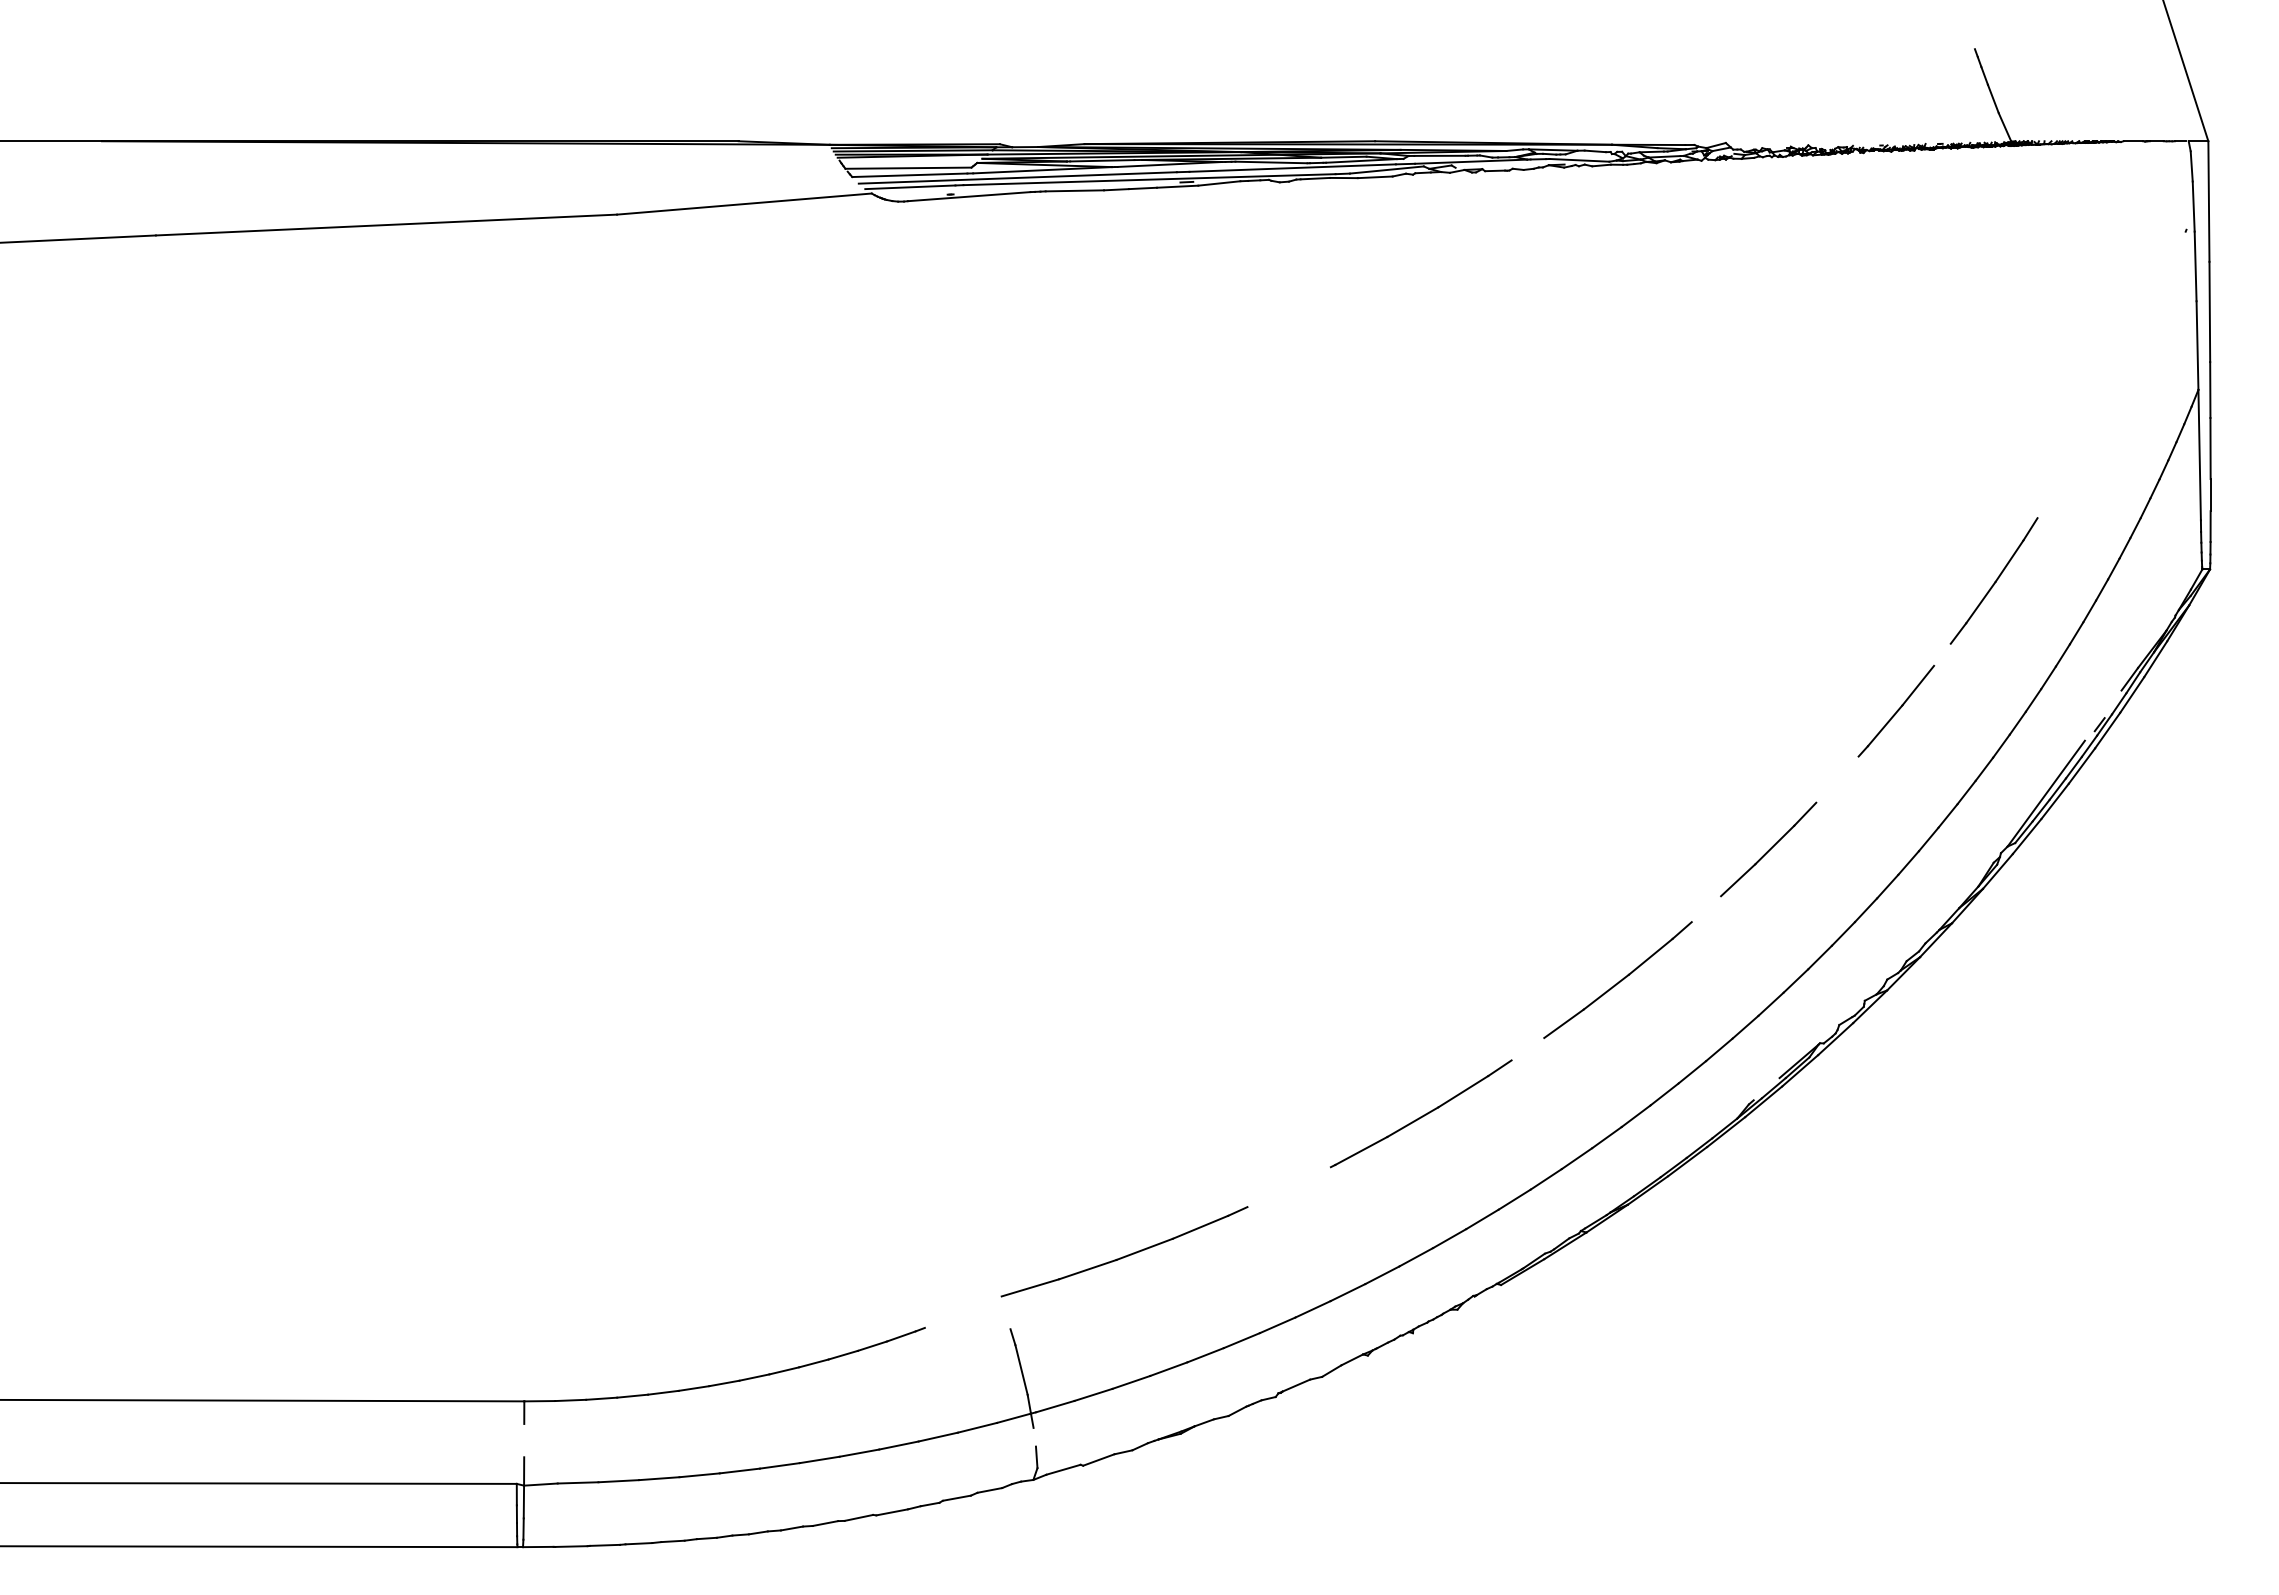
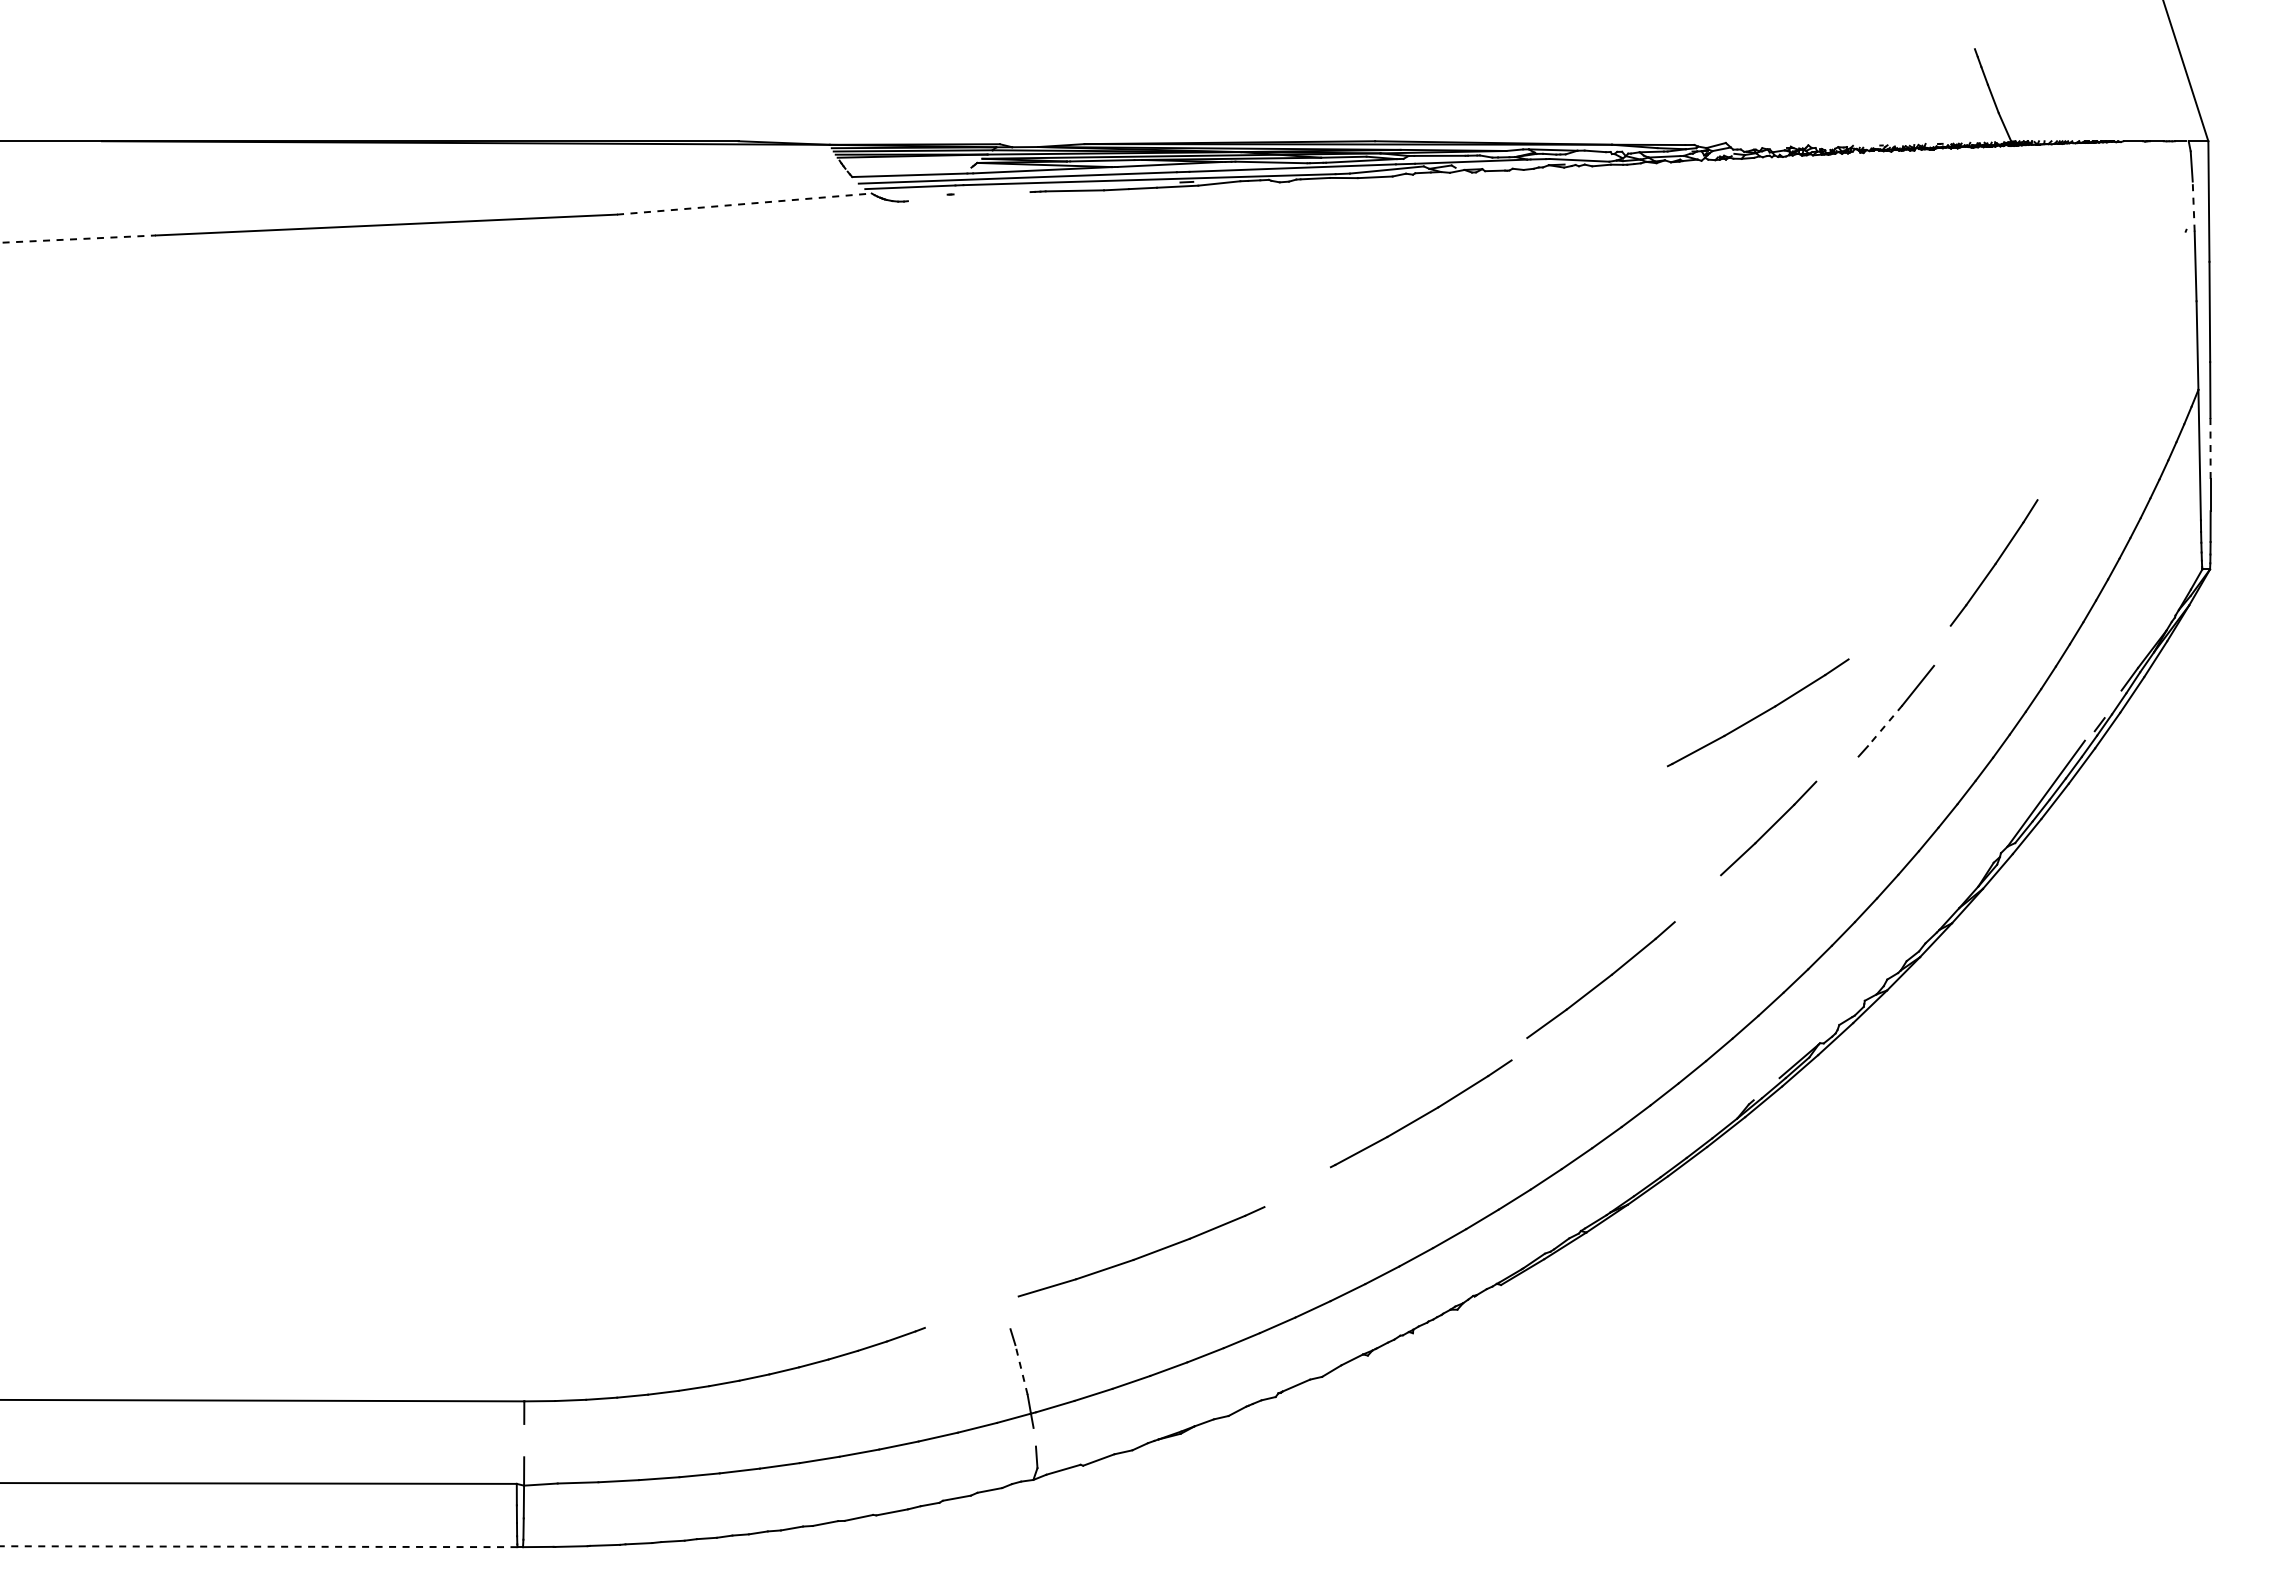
line at (908, 167): present -> none
line at (968, 196): present -> none
line at (744, 204): solid -> dashed
line at (2193, 206): solid -> dashed
line at (78, 239): solid -> dashed
line at (2210, 448): solid -> dashed
part at (1993, 580) position: (1993, 580) -> (1993, 562)
part at (1757, 712): none -> present
line at (1885, 725): solid -> dashed
part at (1768, 849) position: (1768, 849) -> (1768, 828)
part at (1617, 979) position: (1617, 979) -> (1600, 979)
part at (1124, 1251) position: (1124, 1251) -> (1141, 1251)
line at (1021, 1369): solid -> dashed
line at (258, 1546): solid -> dashed
